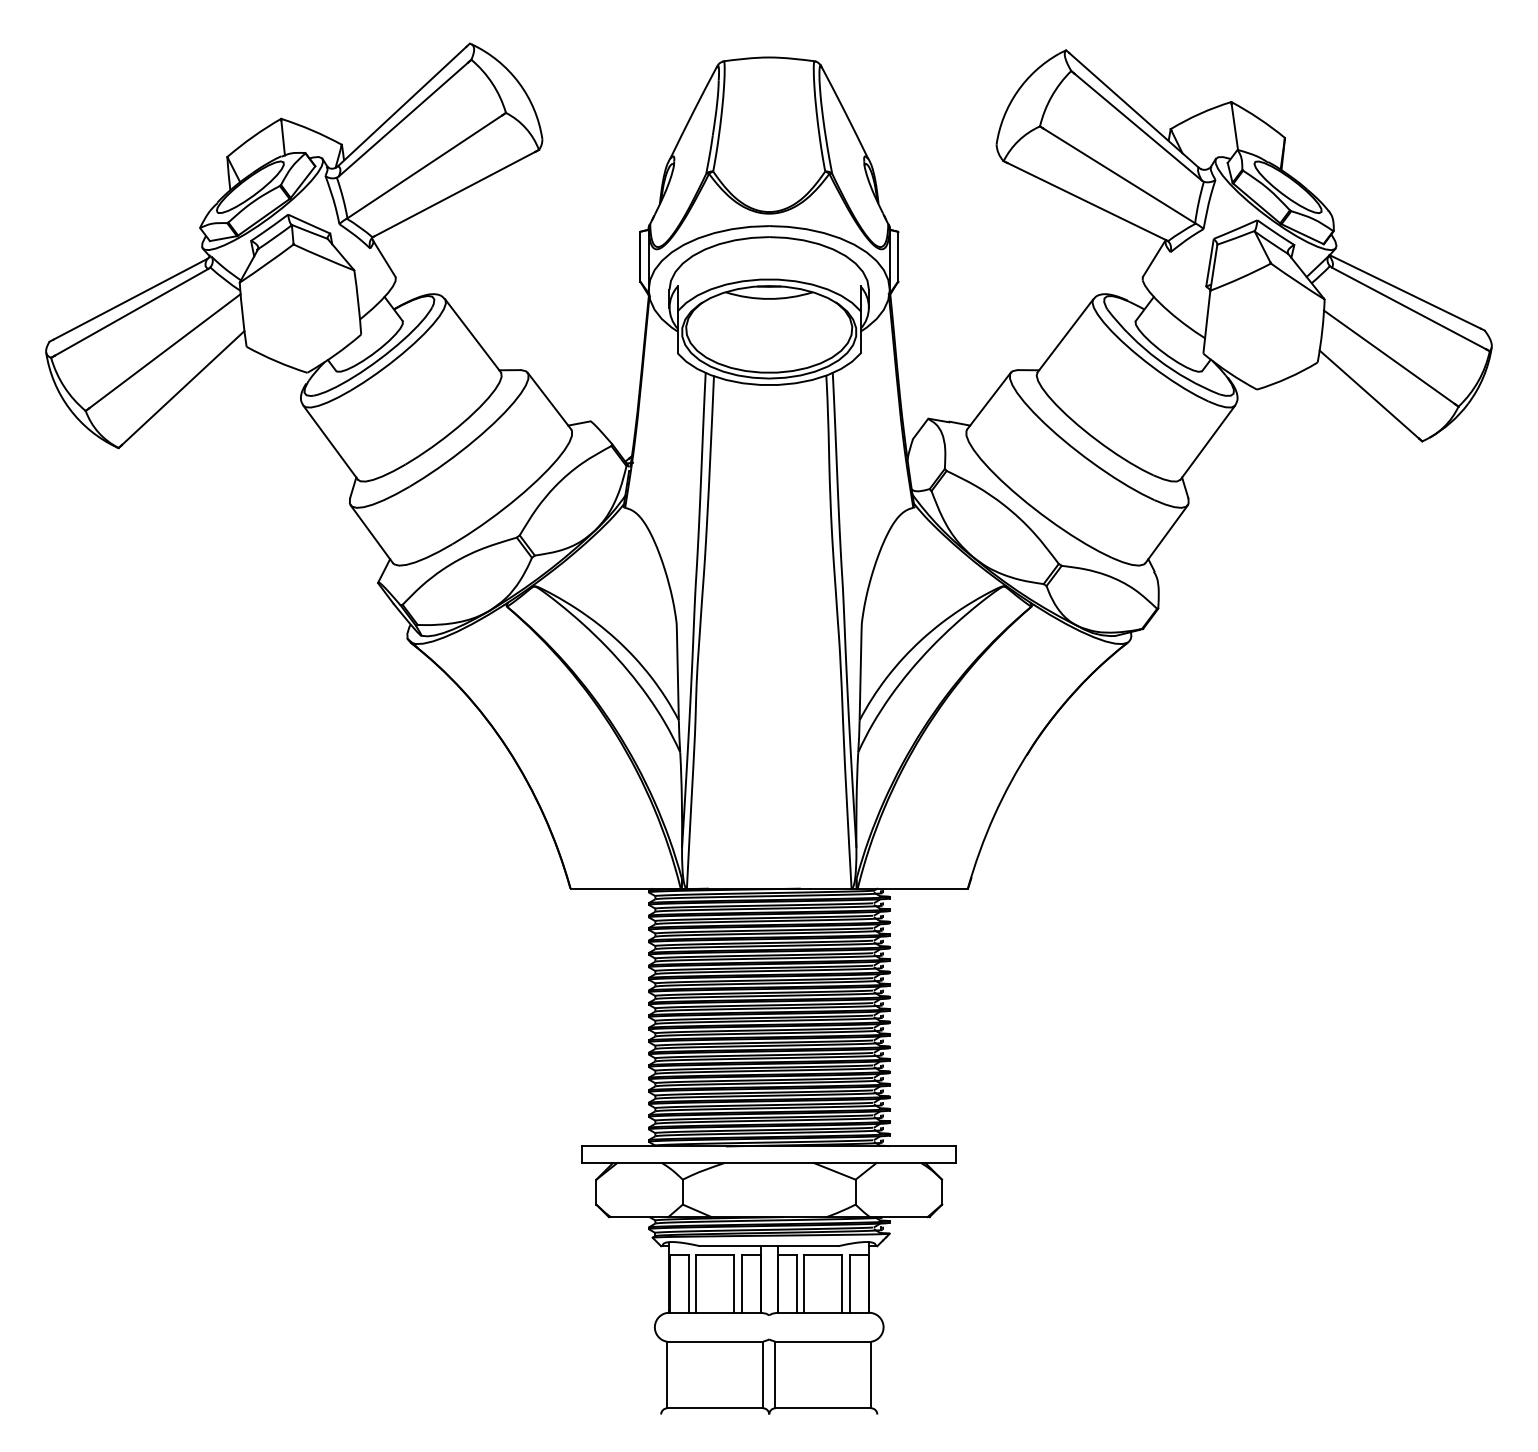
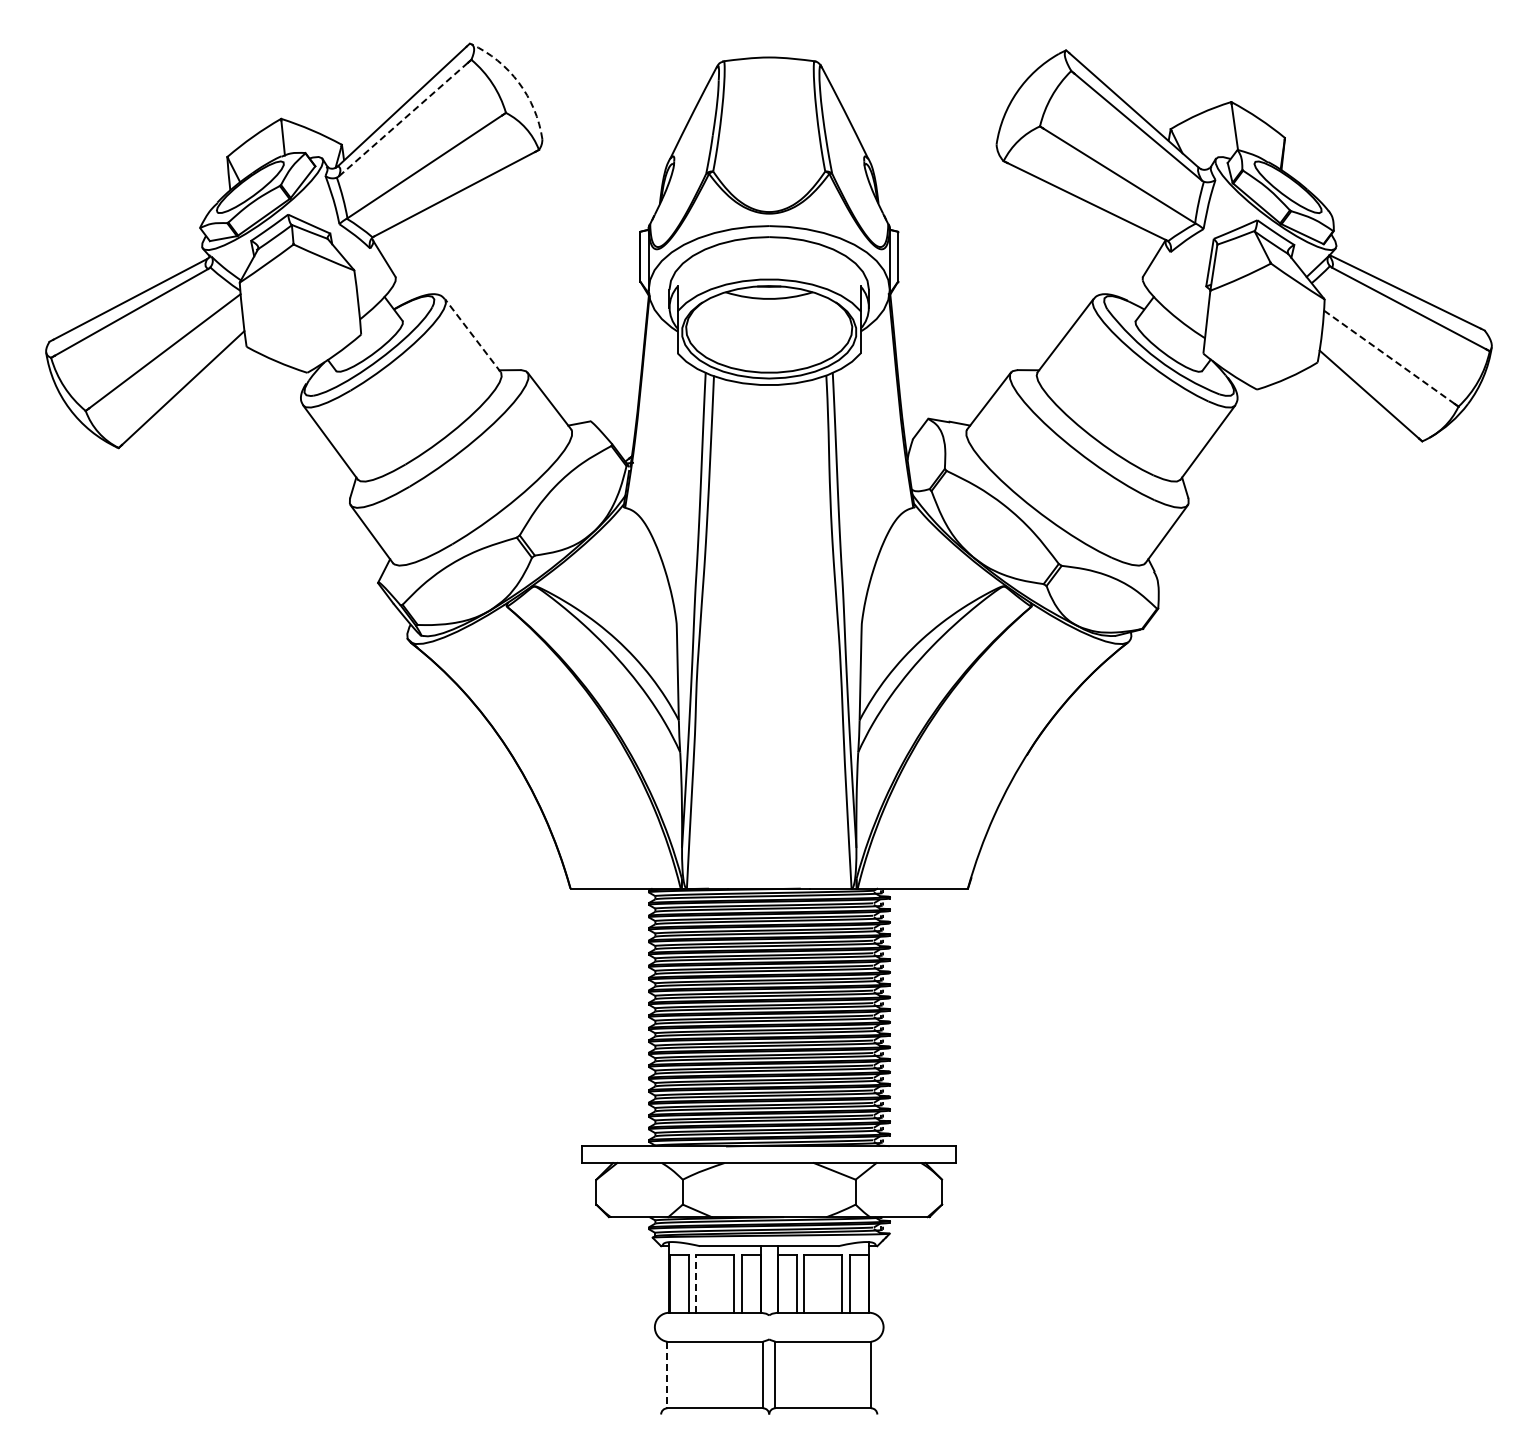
arc at (518, 82): solid -> dashed
line at (403, 119): solid -> dashed
line at (473, 335): solid -> dashed
line at (1389, 357): solid -> dashed
line at (696, 1283): solid -> dashed
line at (667, 1375): solid -> dashed
